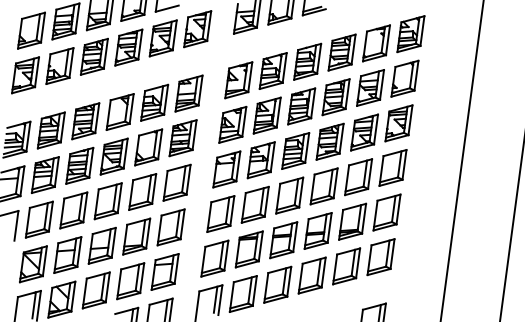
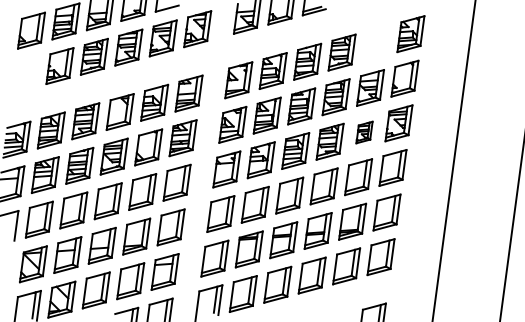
part at (376, 43): present -> none
part at (25, 75): present -> none
part at (364, 132) size: 29x39 px -> 19x25 px
line at (462, 160) position: (462, 160) -> (453, 160)
